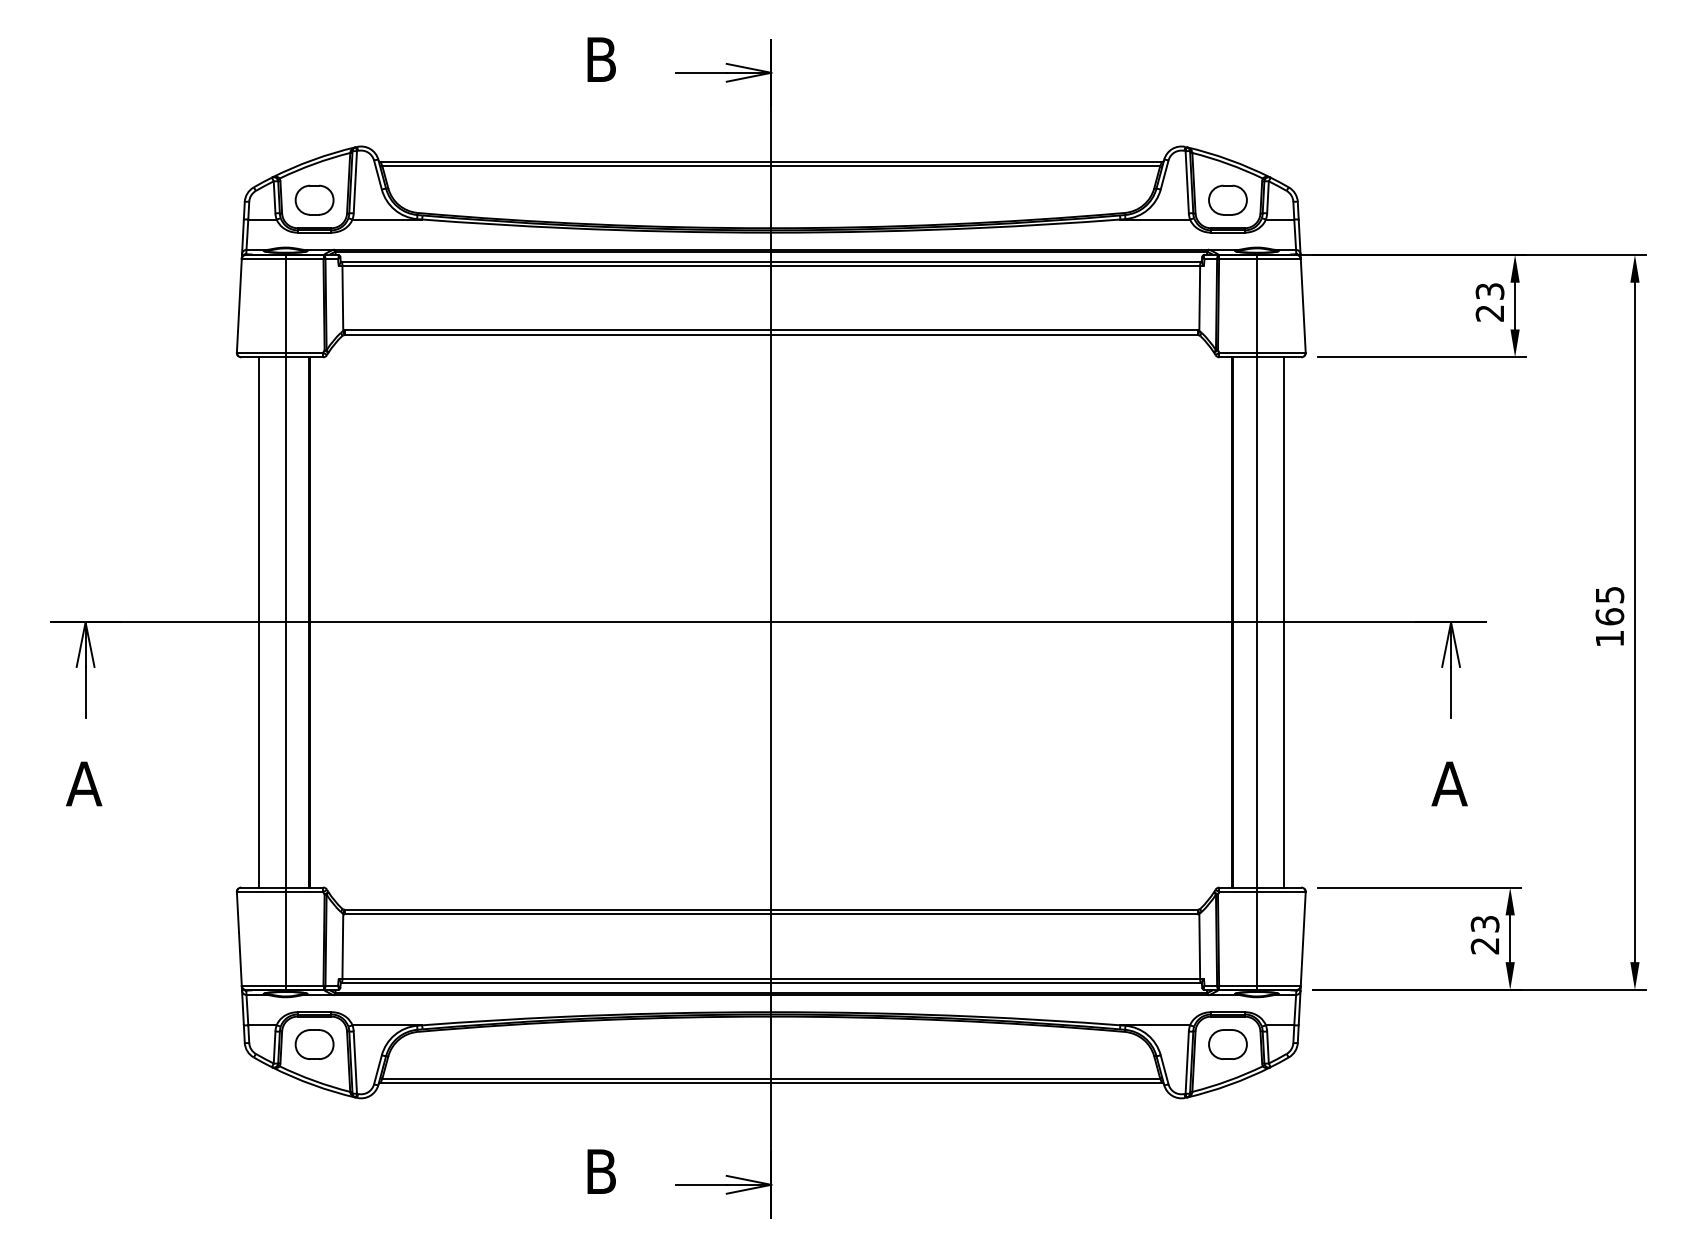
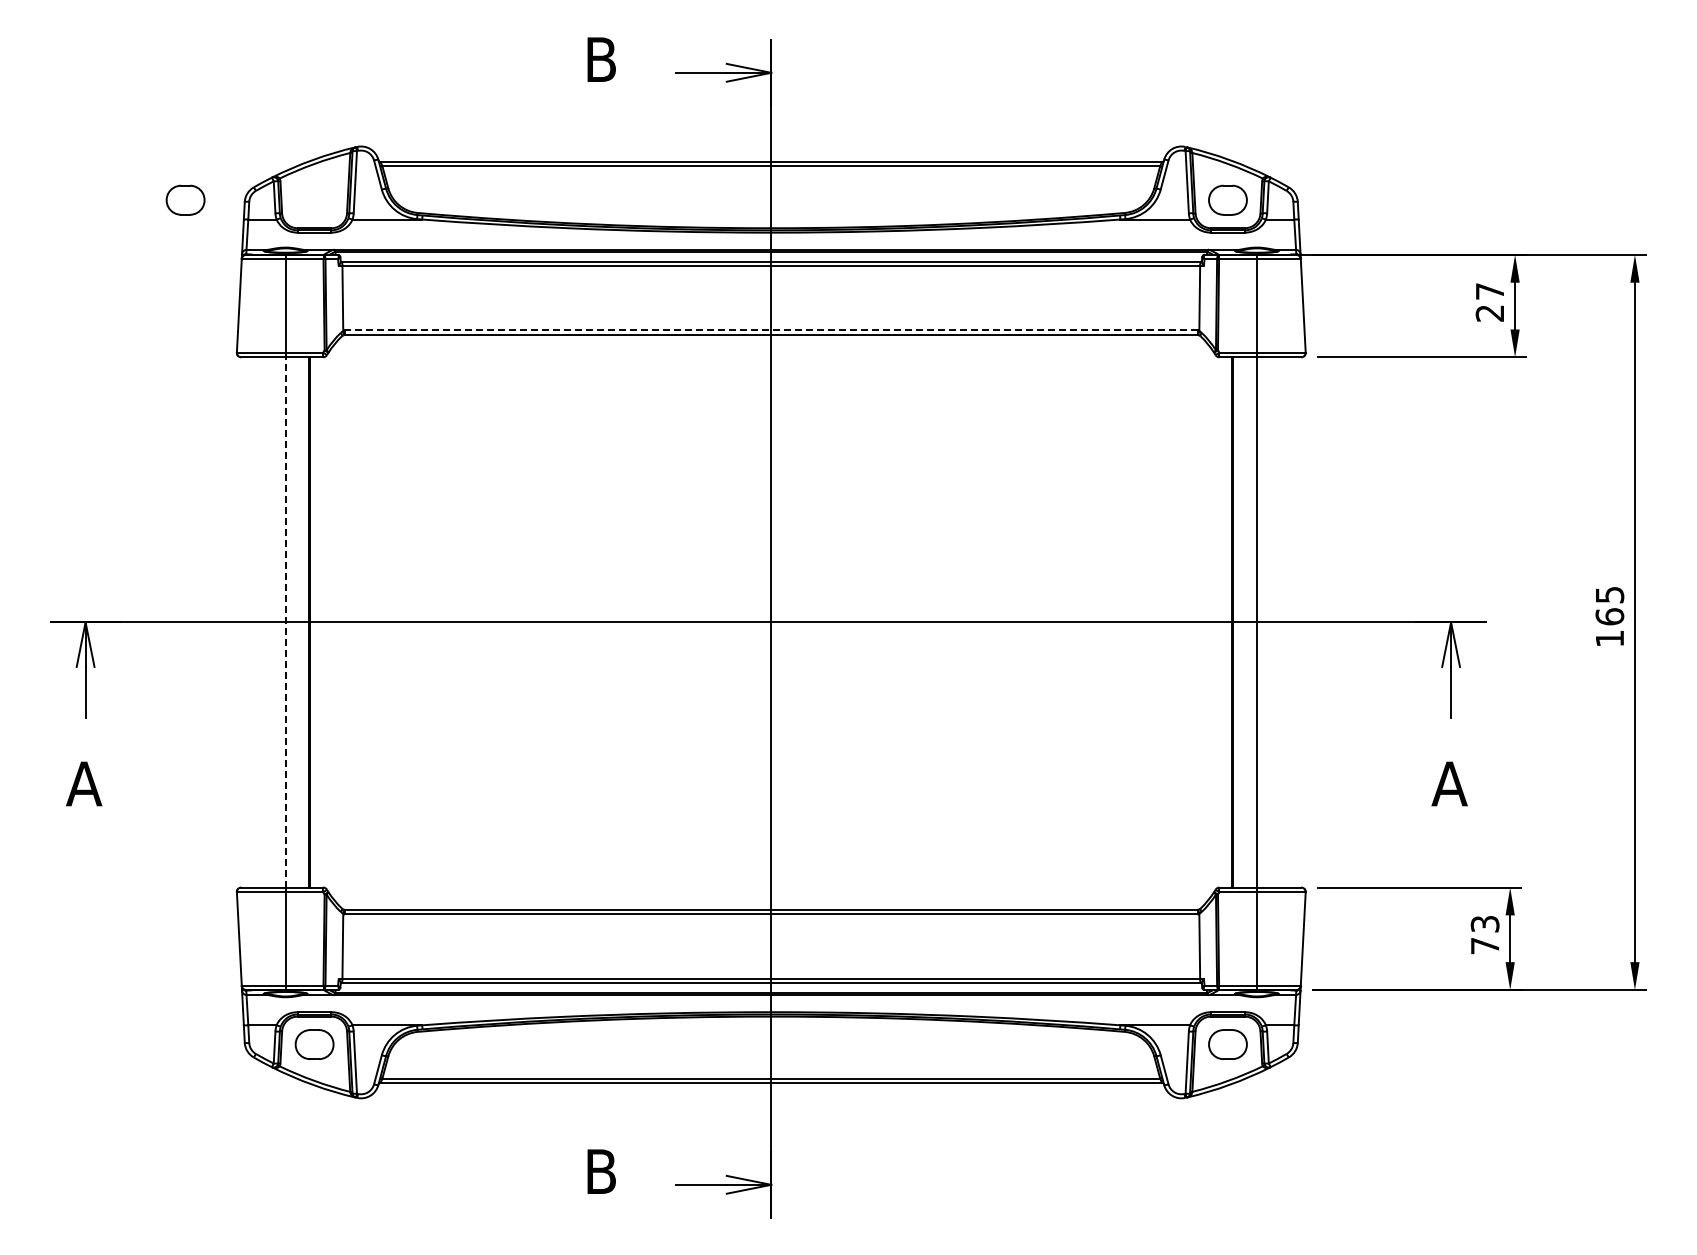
part at (314, 199) position: (314, 199) -> (185, 199)
text at (1489, 291): 23 -> 27
line at (770, 330): solid -> dashed
line at (285, 621): solid -> dashed
line at (258, 622): present -> none
line at (1283, 622): present -> none
text at (1484, 946): 23 -> 73
